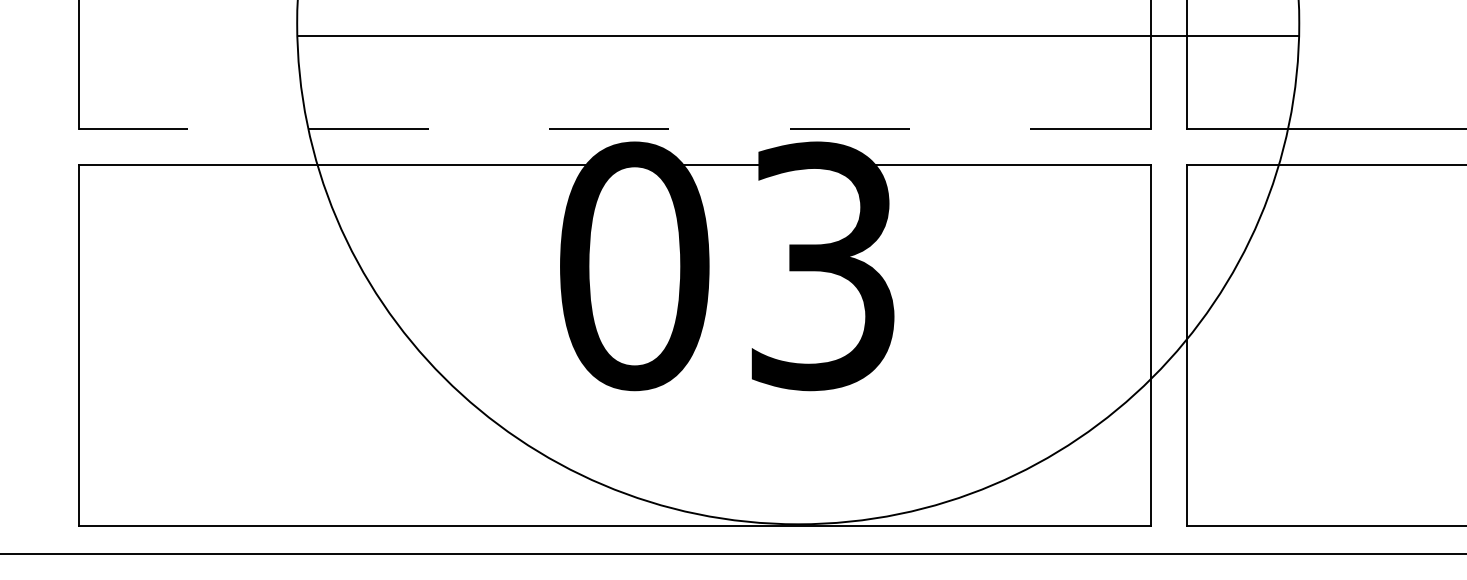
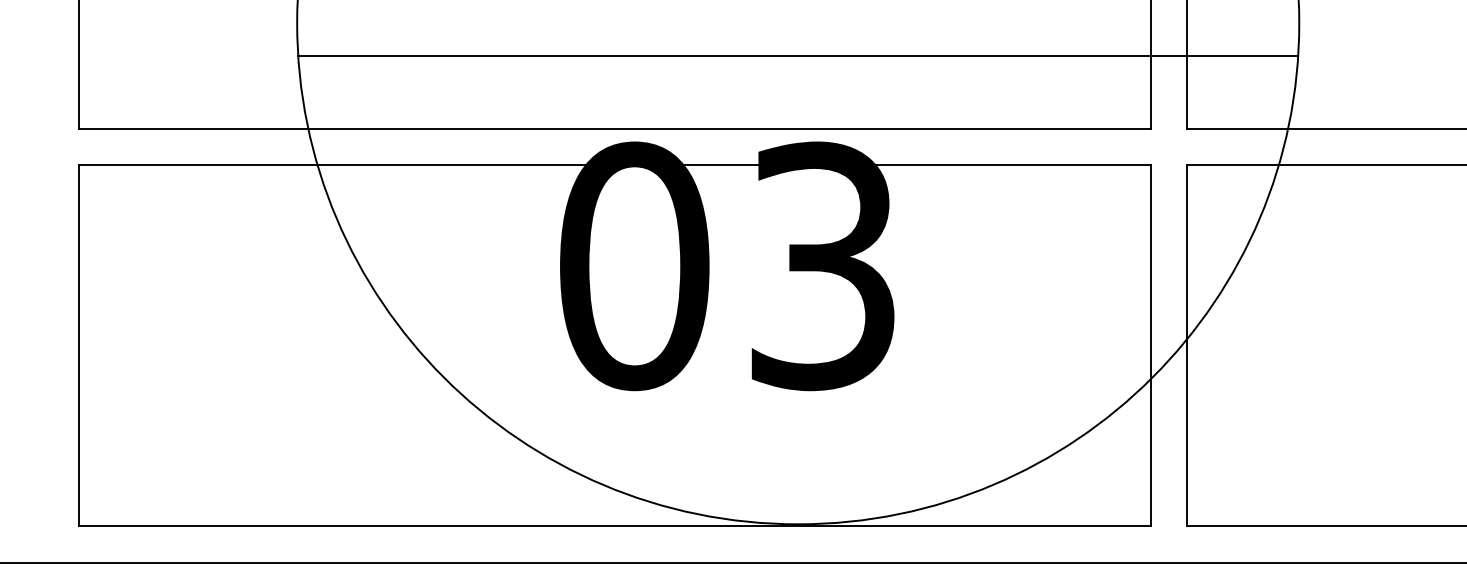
line at (798, 35) position: (798, 35) -> (798, 55)
line at (614, 129): dashed -> solid
line at (732, 553) position: (732, 553) -> (732, 562)
